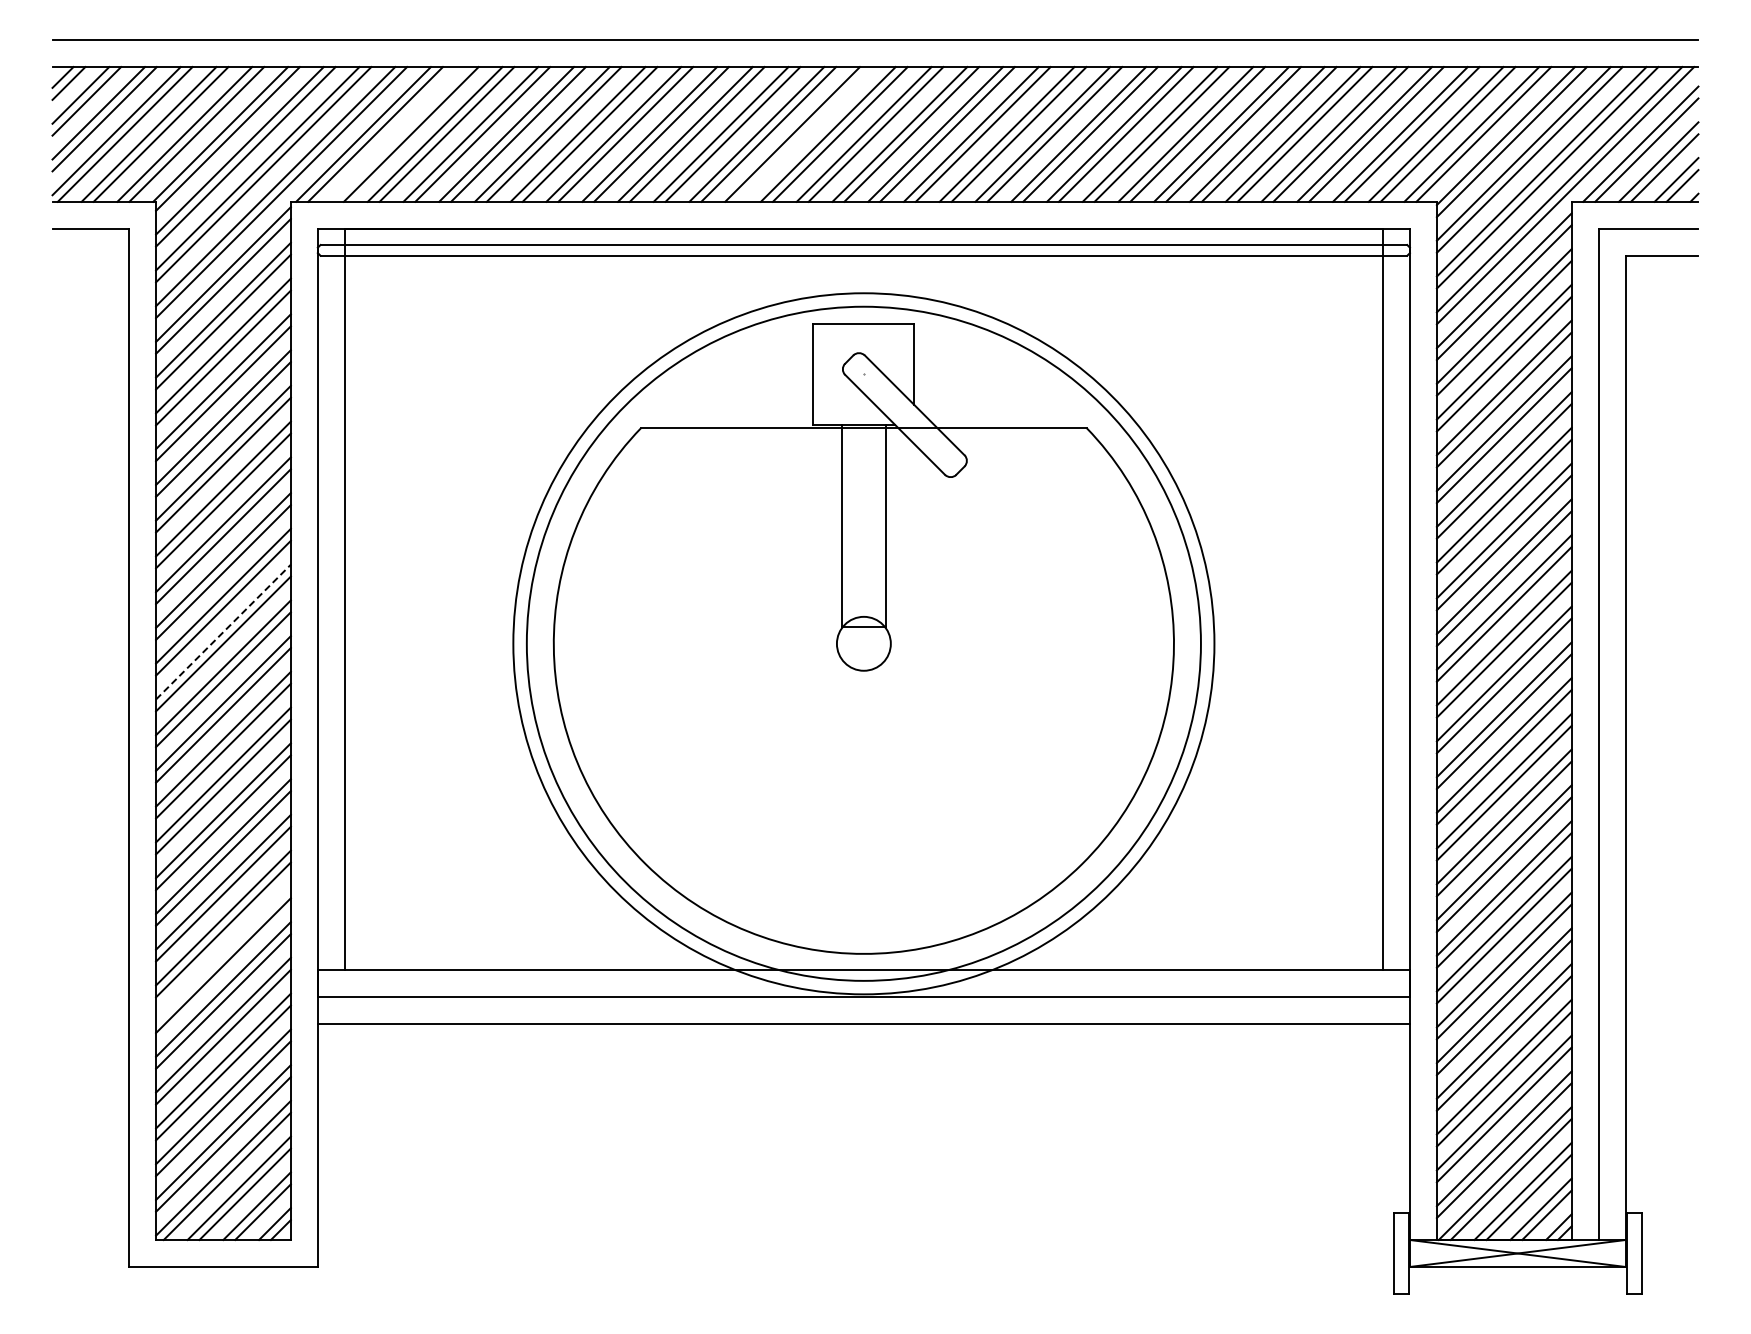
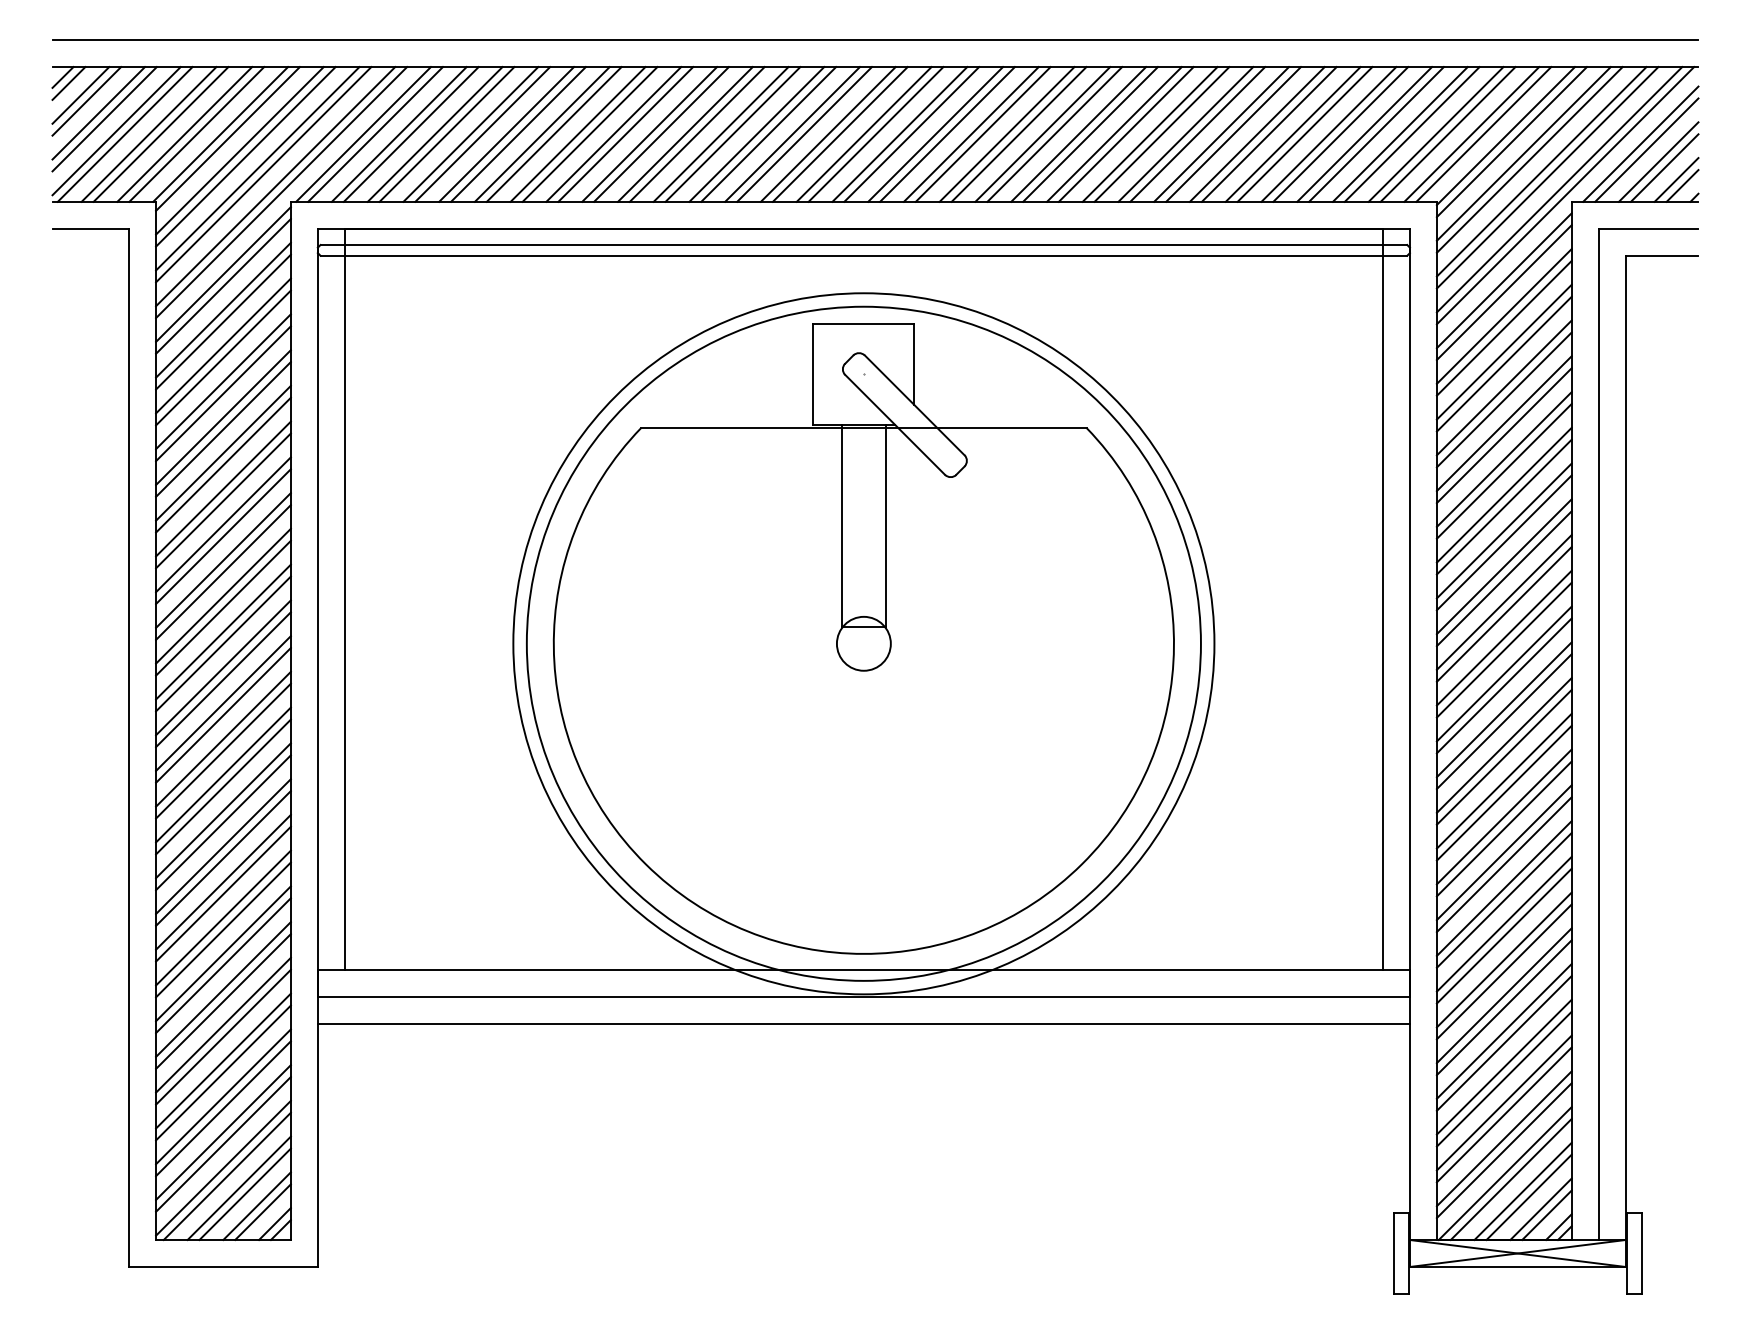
line at (398, 134): none -> present
line at (804, 134): none -> present
line at (223, 631): dashed -> solid
line at (223, 953): none -> present
